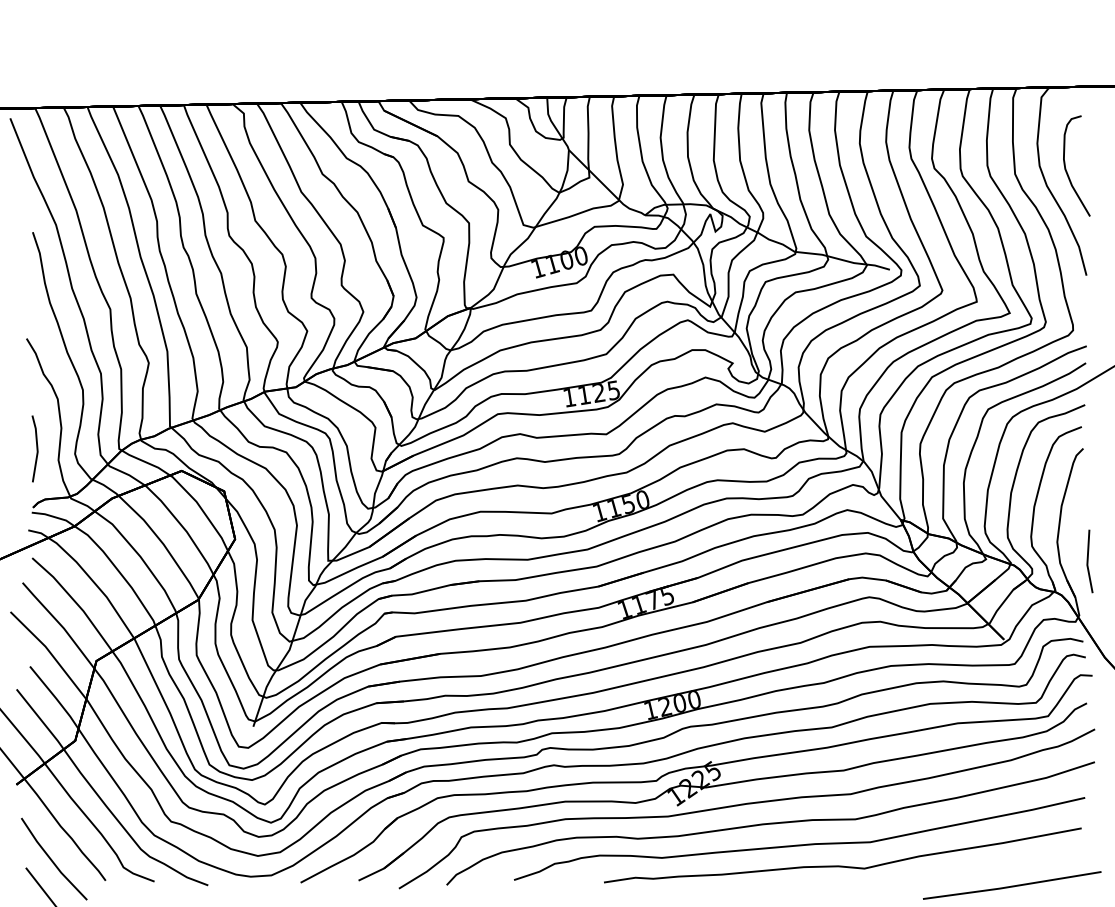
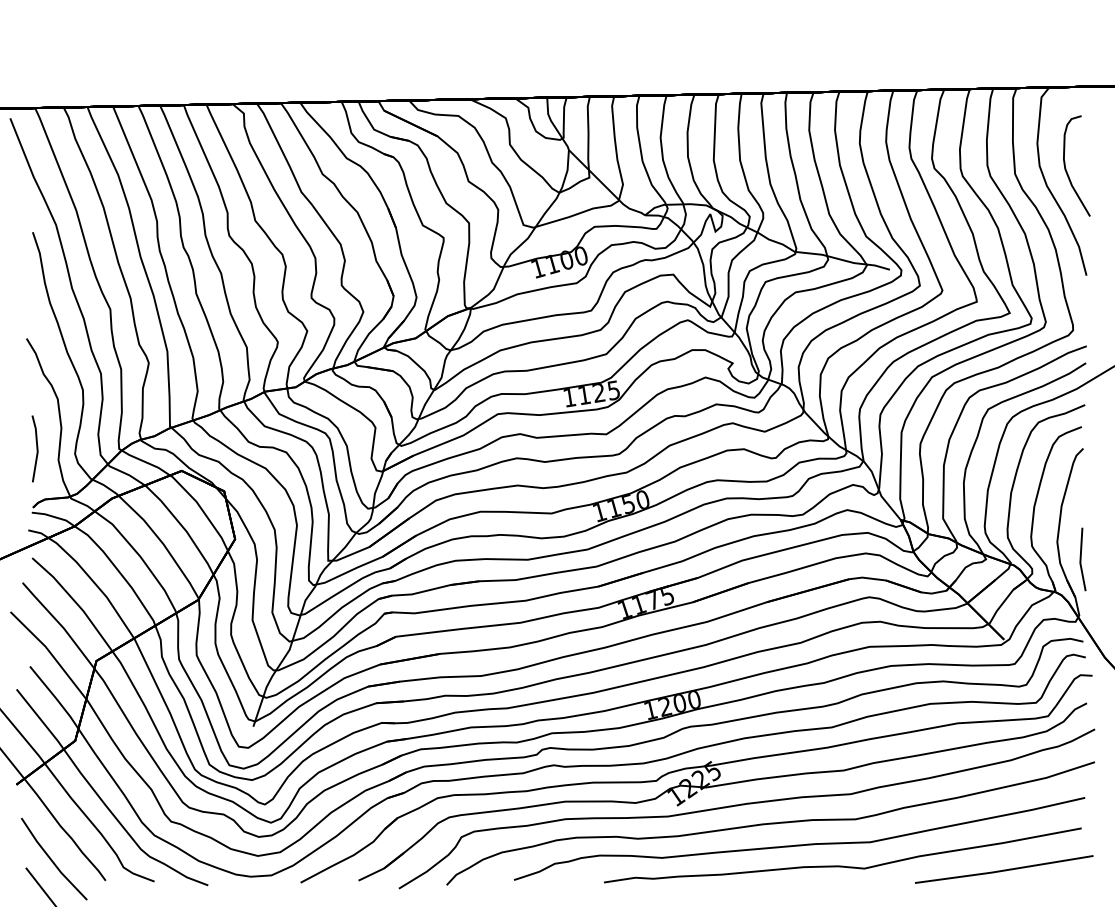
part at (1089, 561) position: (1089, 561) -> (1082, 559)
part at (1012, 885) position: (1012, 885) -> (1004, 869)
